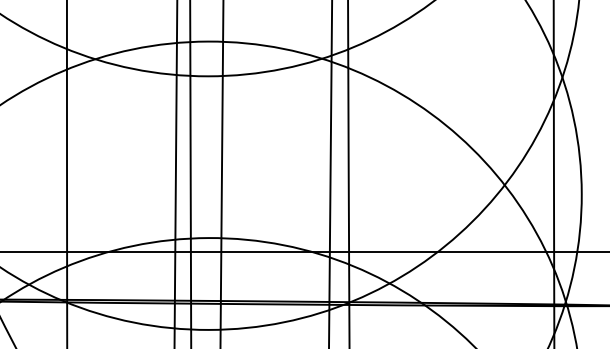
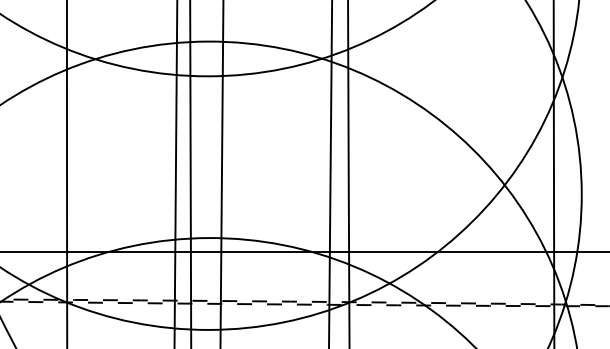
circle at (304, 302): solid -> dashed
